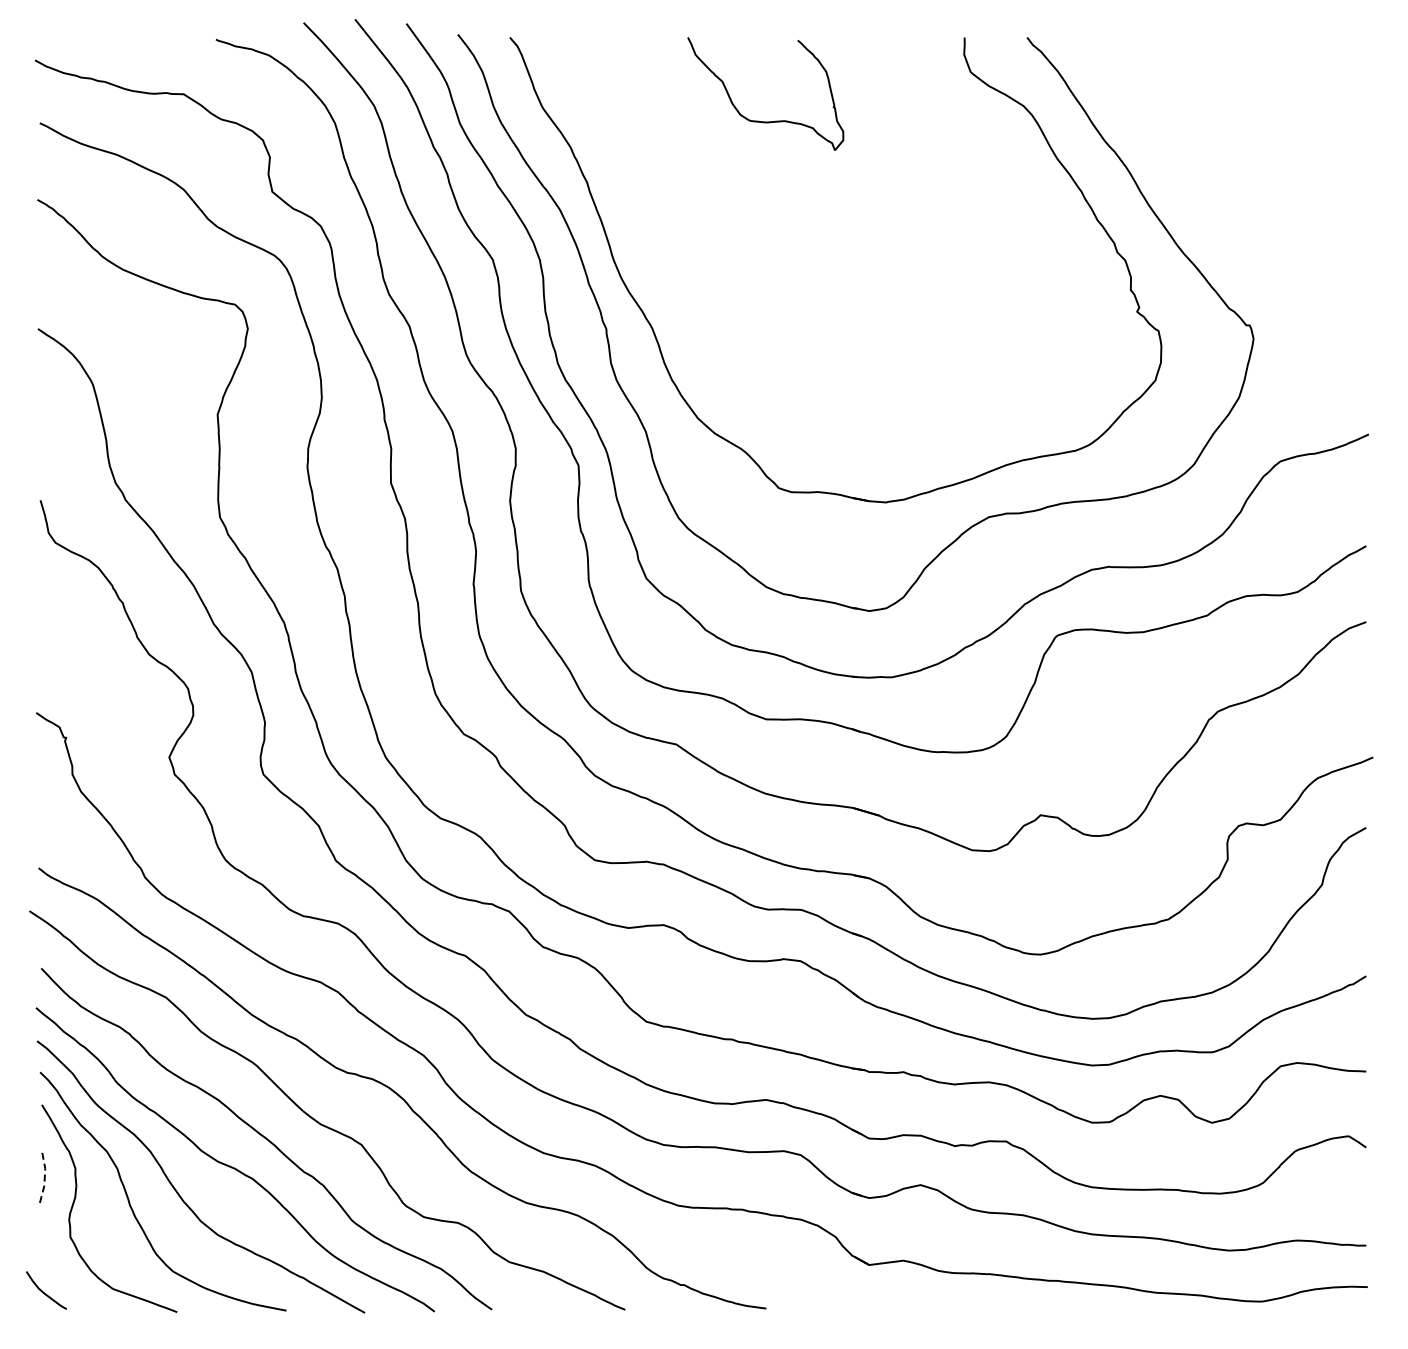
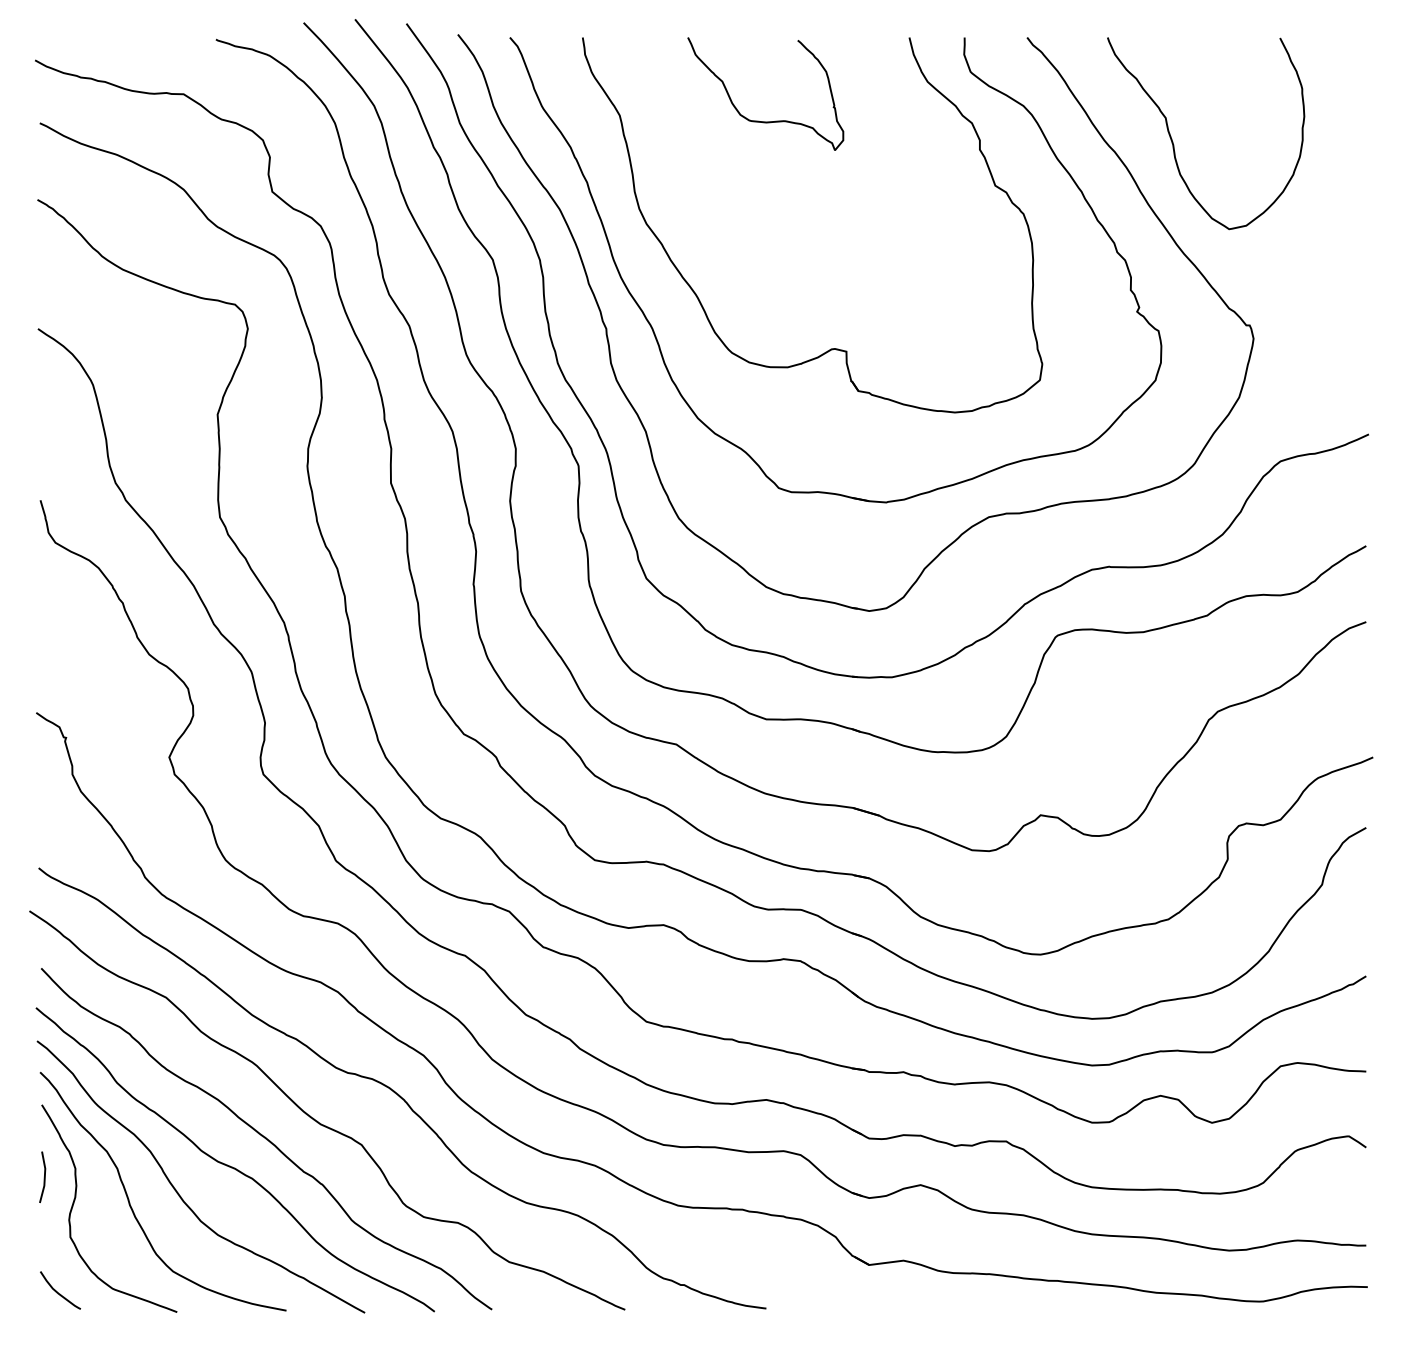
curve at (1173, 141): none -> present
part at (831, 348): none -> present
line at (44, 1177): dashed -> solid
curve at (44, 1292) position: (44, 1292) -> (58, 1292)
